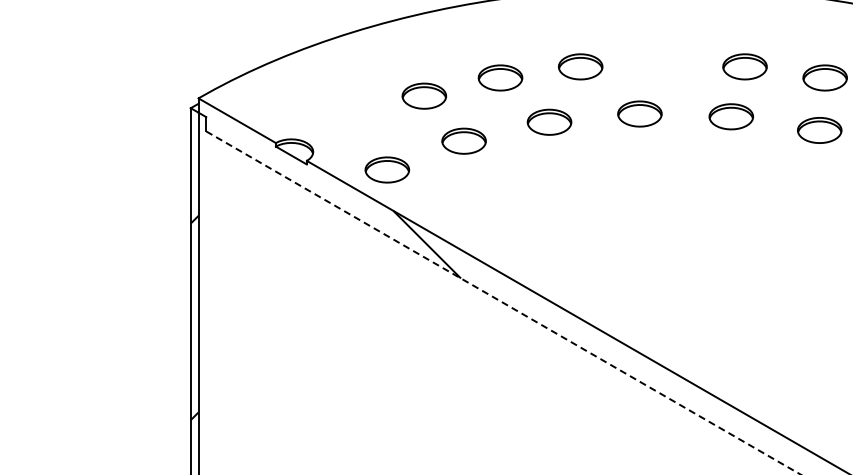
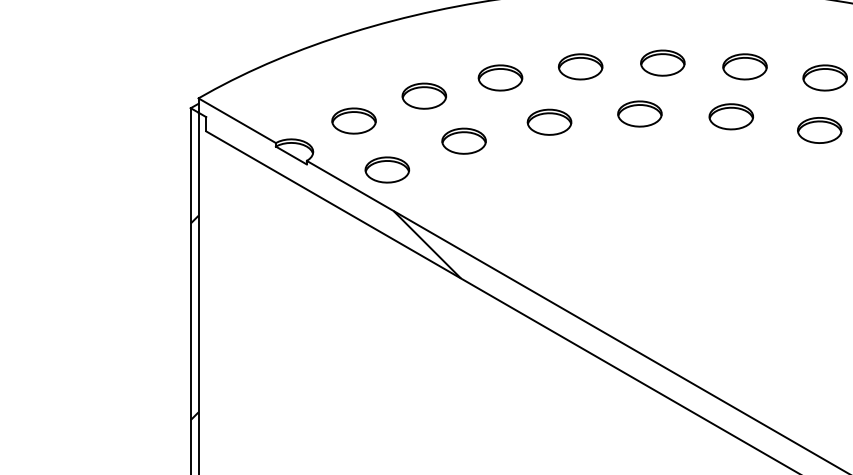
part at (662, 62): none -> present
part at (353, 120): none -> present
line at (504, 303): dashed -> solid
